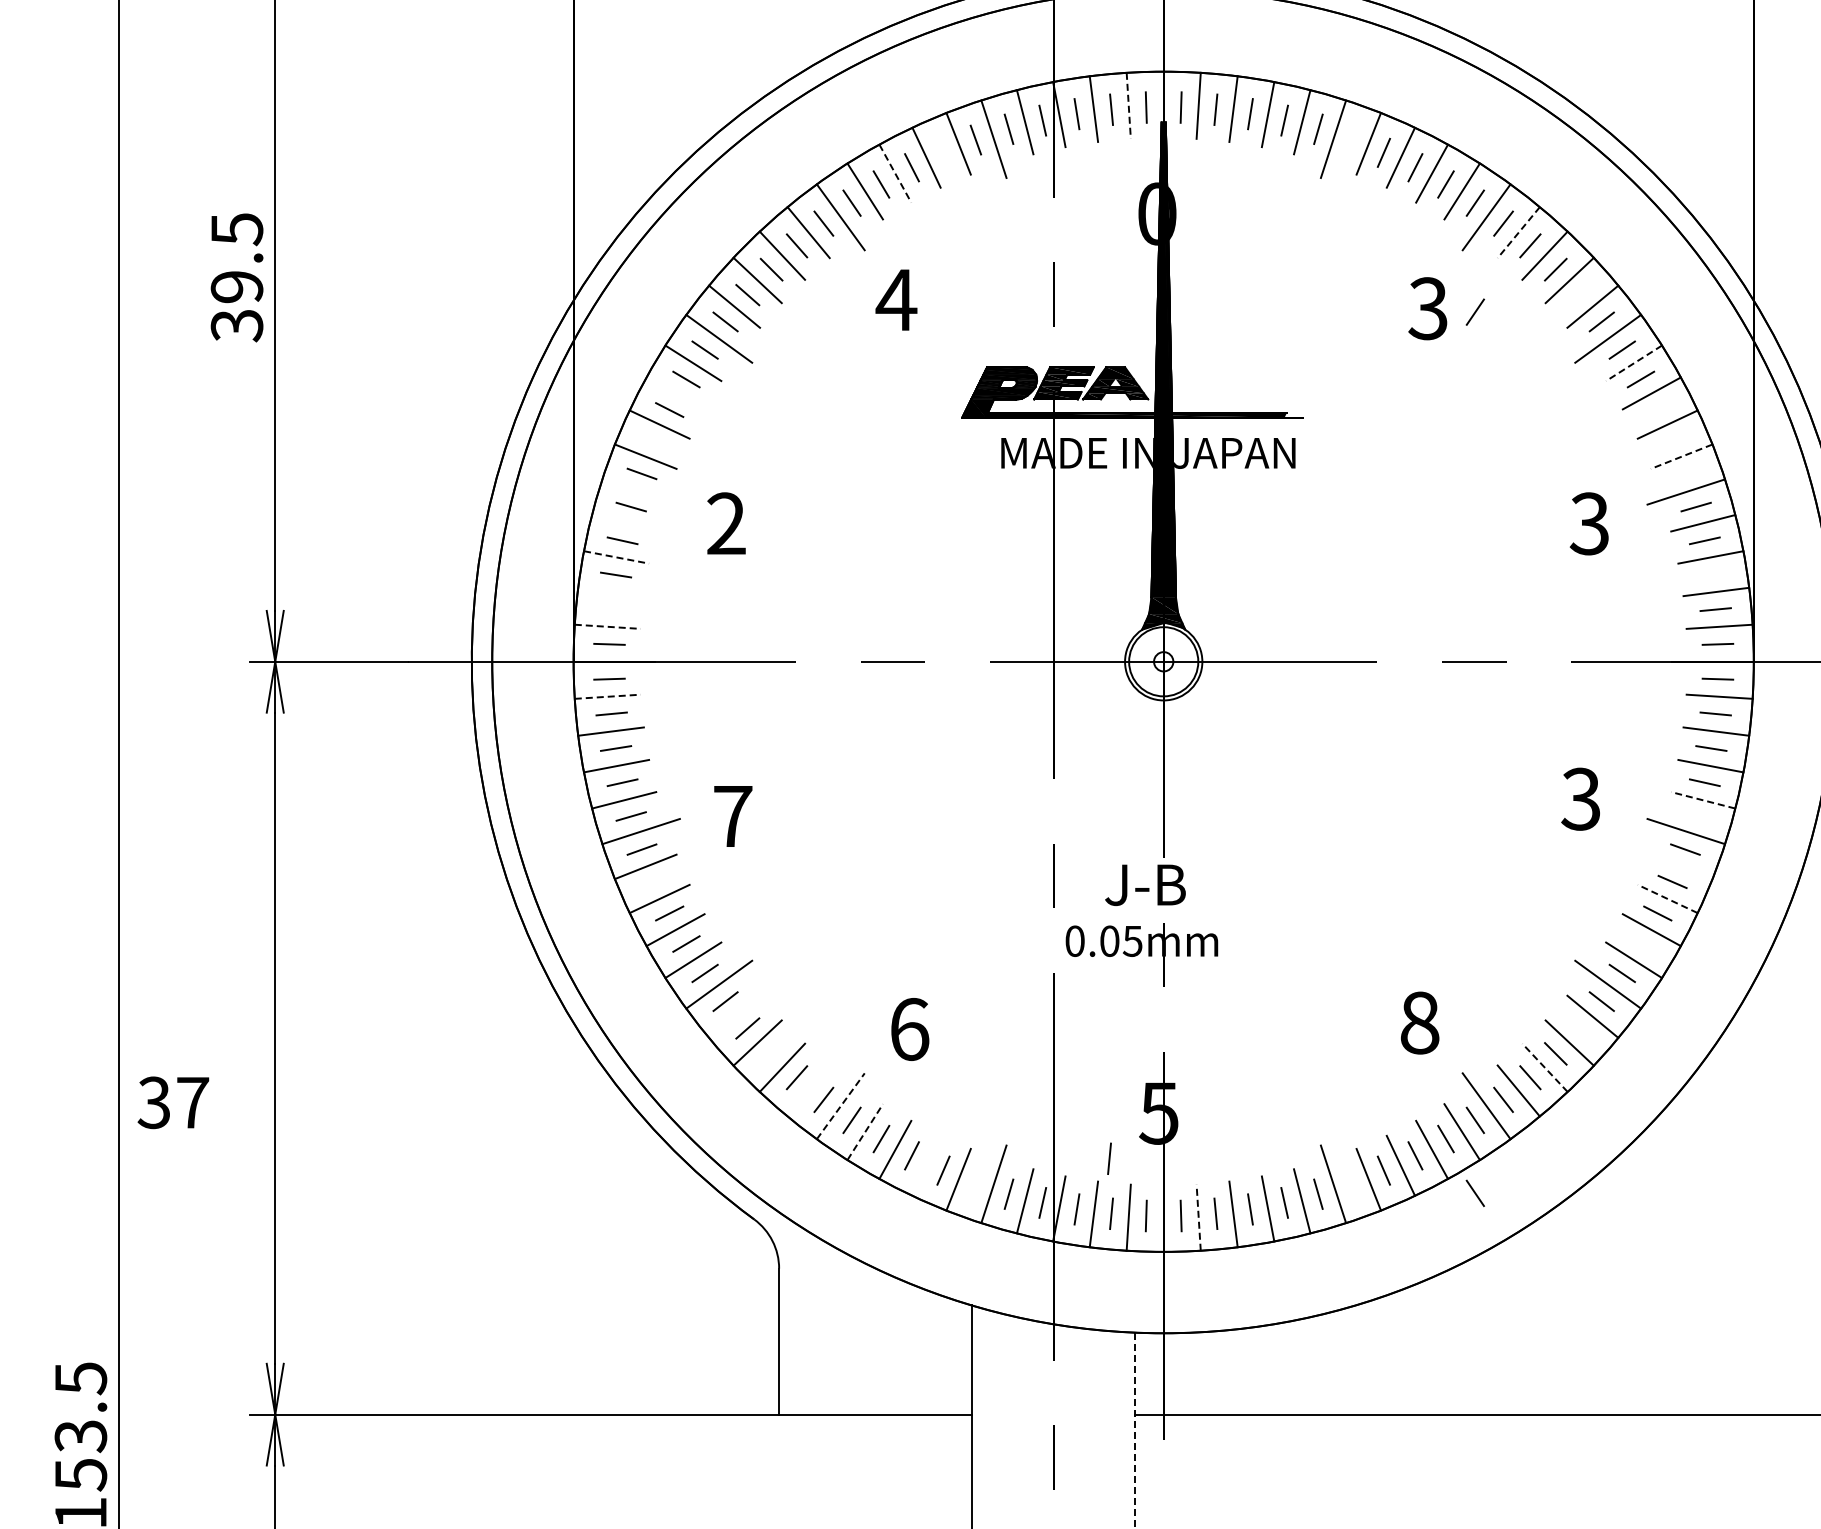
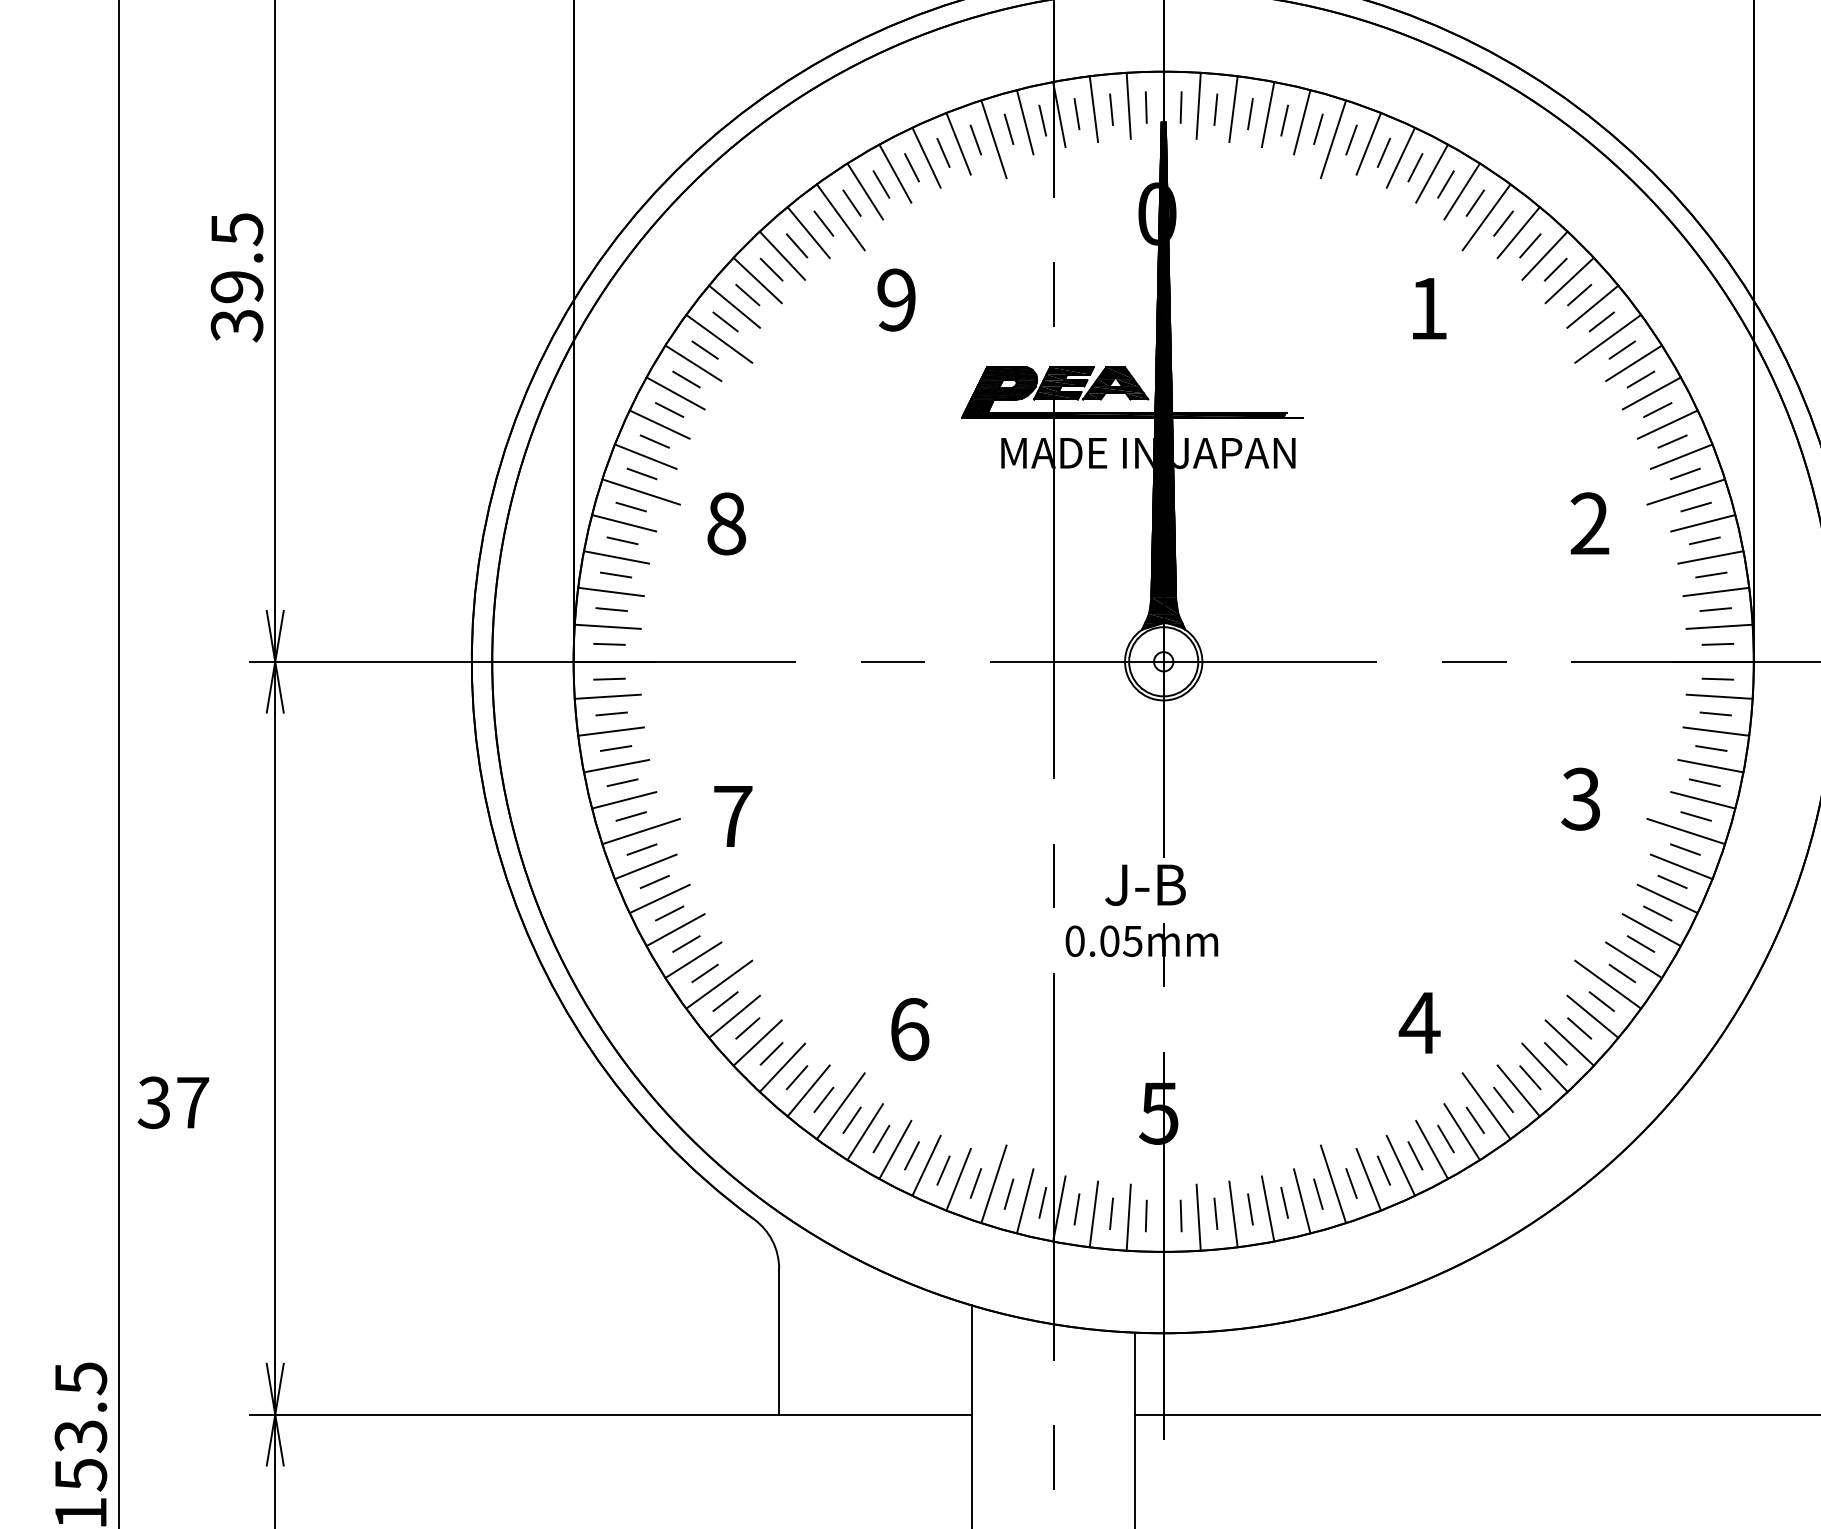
line at (1128, 106): dashed -> solid
line at (1351, 139): none -> present
line at (943, 152): none -> present
line at (895, 174): dashed -> solid
line at (1518, 232): dashed -> solid
line at (1579, 295): none -> present
text at (896, 299): 4 -> 9
text at (1427, 308): 3 -> 1
line at (1474, 311): present -> none
line at (1633, 363): dashed -> solid
line at (675, 393): none -> present
line at (1657, 409): none -> present
line at (654, 441): none -> present
line at (1672, 441): none -> present
line at (1681, 456): dashed -> solid
line at (1685, 473): none -> present
line at (640, 491): none -> present
line at (624, 523): none -> present
text at (726, 523): 2 -> 8
text at (1589, 523): 3 -> 2
line at (617, 557): dashed -> solid
line at (1711, 574): none -> present
line at (610, 591): none -> present
line at (611, 609): none -> present
line at (608, 626): dashed -> solid
line at (608, 696): dashed -> solid
line at (1702, 800): dashed -> solid
line at (1695, 816): none -> present
line at (1681, 866): none -> present
line at (654, 881): none -> present
line at (1667, 898): dashed -> solid
line at (1640, 943): none -> present
line at (734, 1016): none -> present
text at (1419, 1022): 8 -> 4
line at (1579, 1028): none -> present
line at (771, 1053): none -> present
line at (1544, 1067): dashed -> solid
line at (808, 1090): none -> present
line at (840, 1106): dashed -> solid
line at (865, 1131): dashed -> solid
line at (1109, 1158): present -> none
line at (926, 1165): none -> present
line at (975, 1183): none -> present
line at (1351, 1183): none -> present
line at (1474, 1192): present -> none
line at (1198, 1217): dashed -> solid
line at (1135, 1430): dashed -> solid
